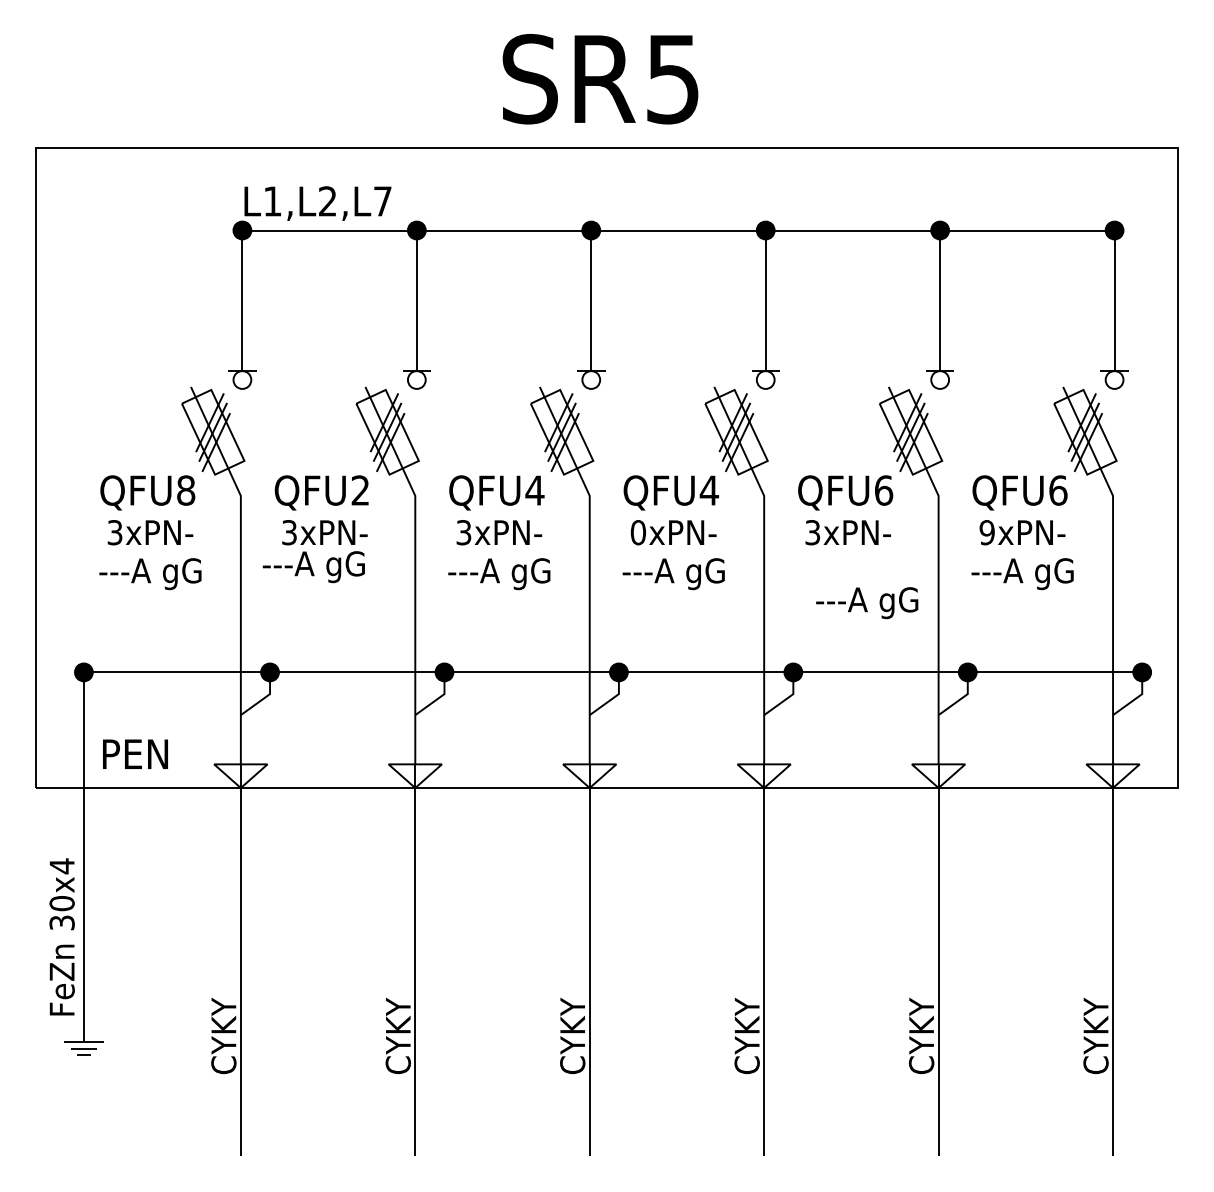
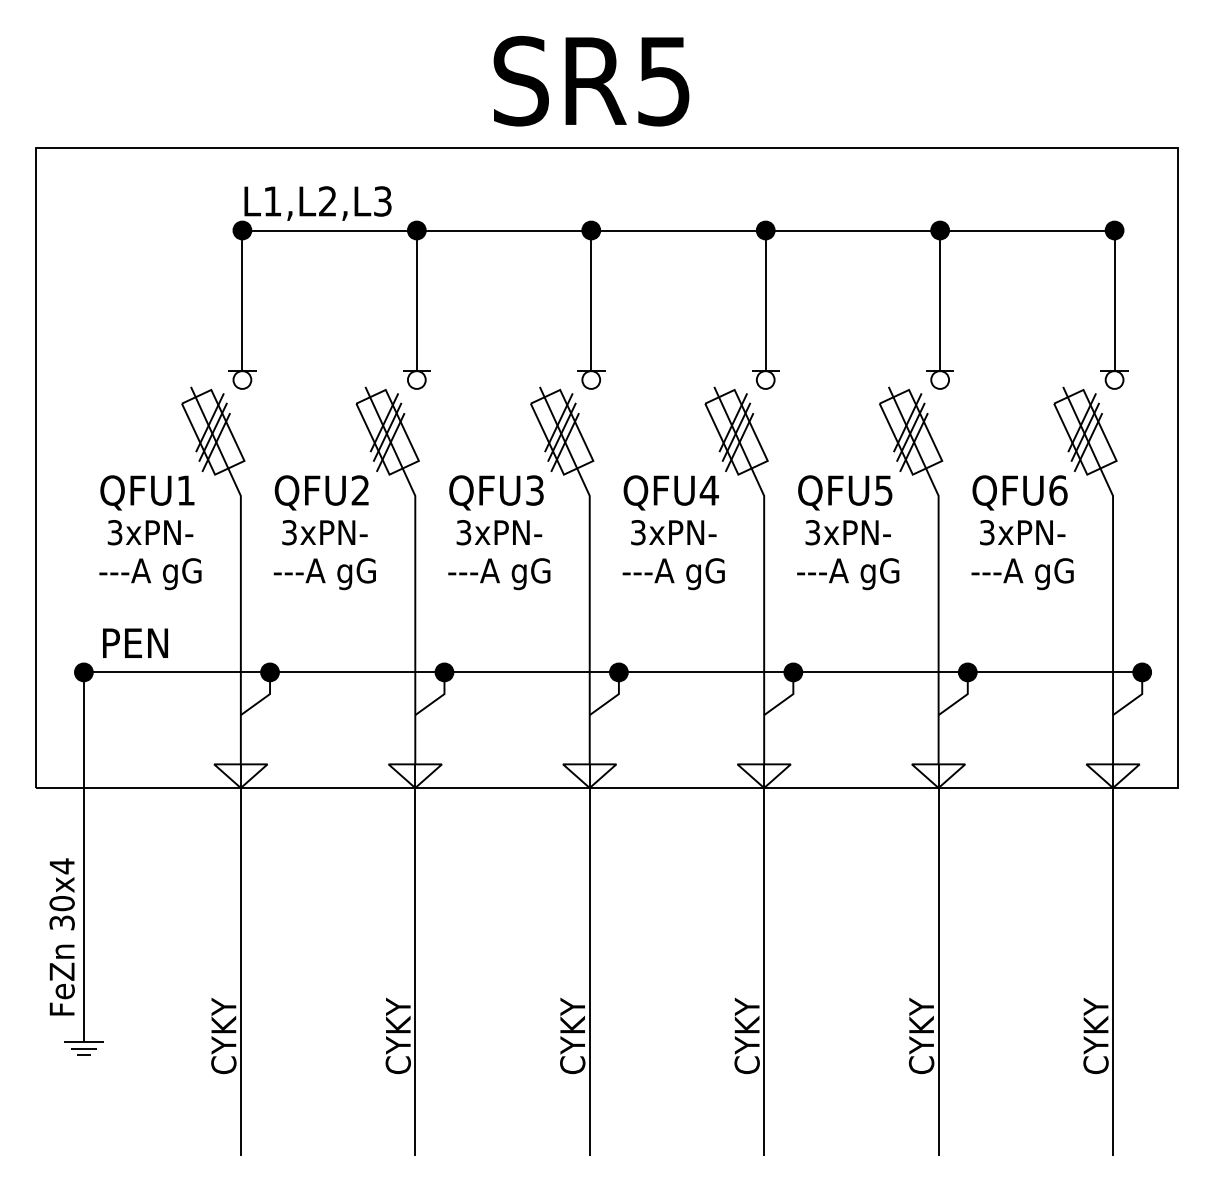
text at (600, 79) position: (600, 79) -> (591, 81)
text at (382, 201): L1,L2,L7 -> L1,L2,L3
text at (186, 490): QFU8 -> QFU1
text at (534, 490): QFU4 -> QFU3
text at (884, 490): QFU6 -> QFU5
text at (638, 532): 0xPN- -> 3xPN-
text at (986, 532): 9xPN- -> 3xPN-
text at (313, 567) position: (313, 567) -> (324, 574)
text at (867, 603) position: (867, 603) -> (848, 574)
text at (135, 753) position: (135, 753) -> (135, 642)
